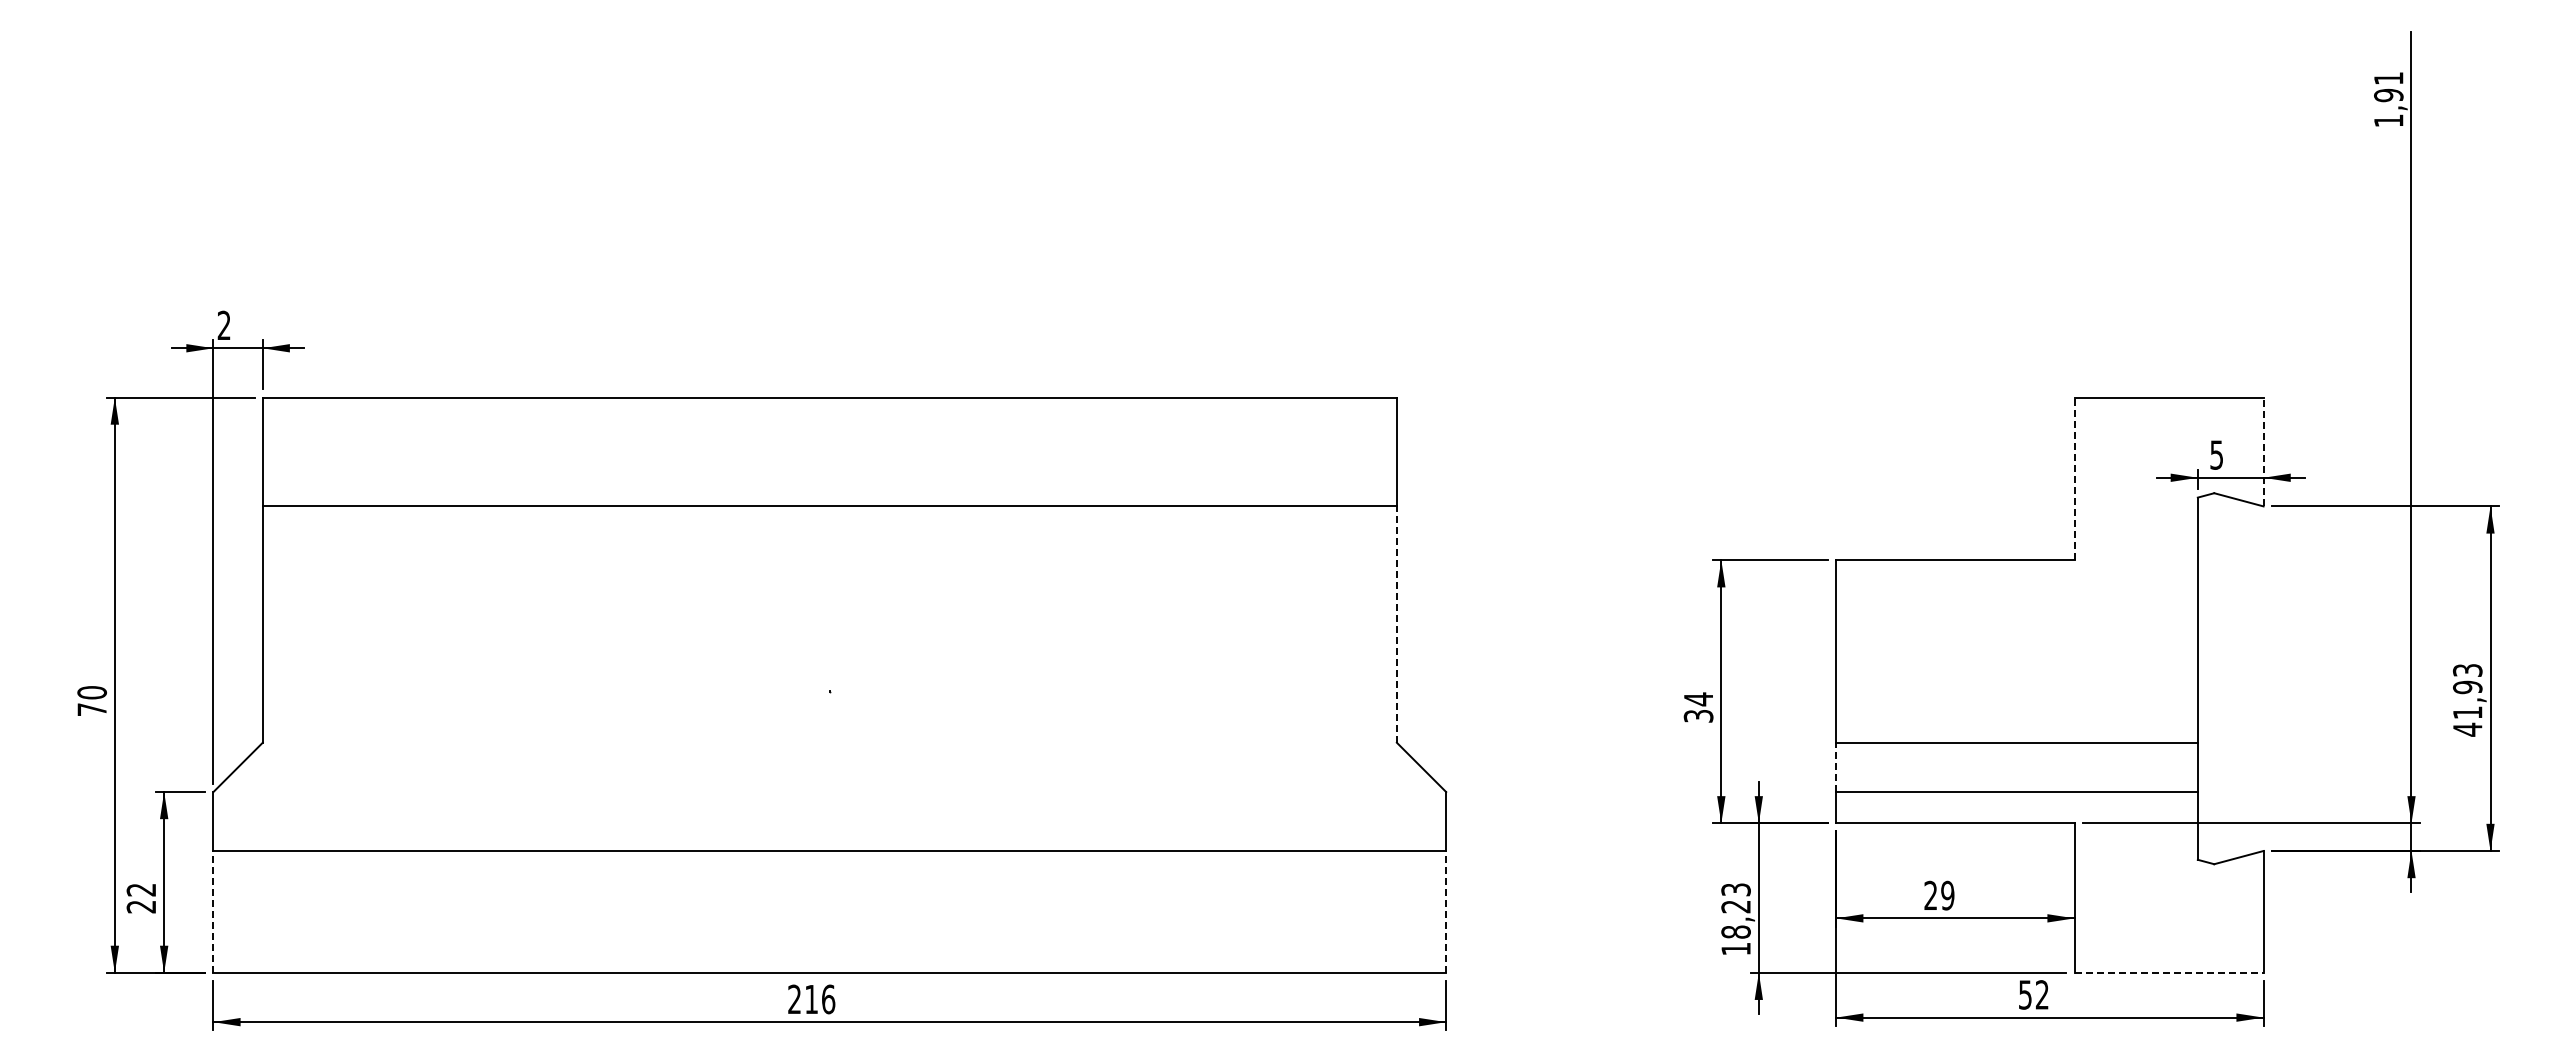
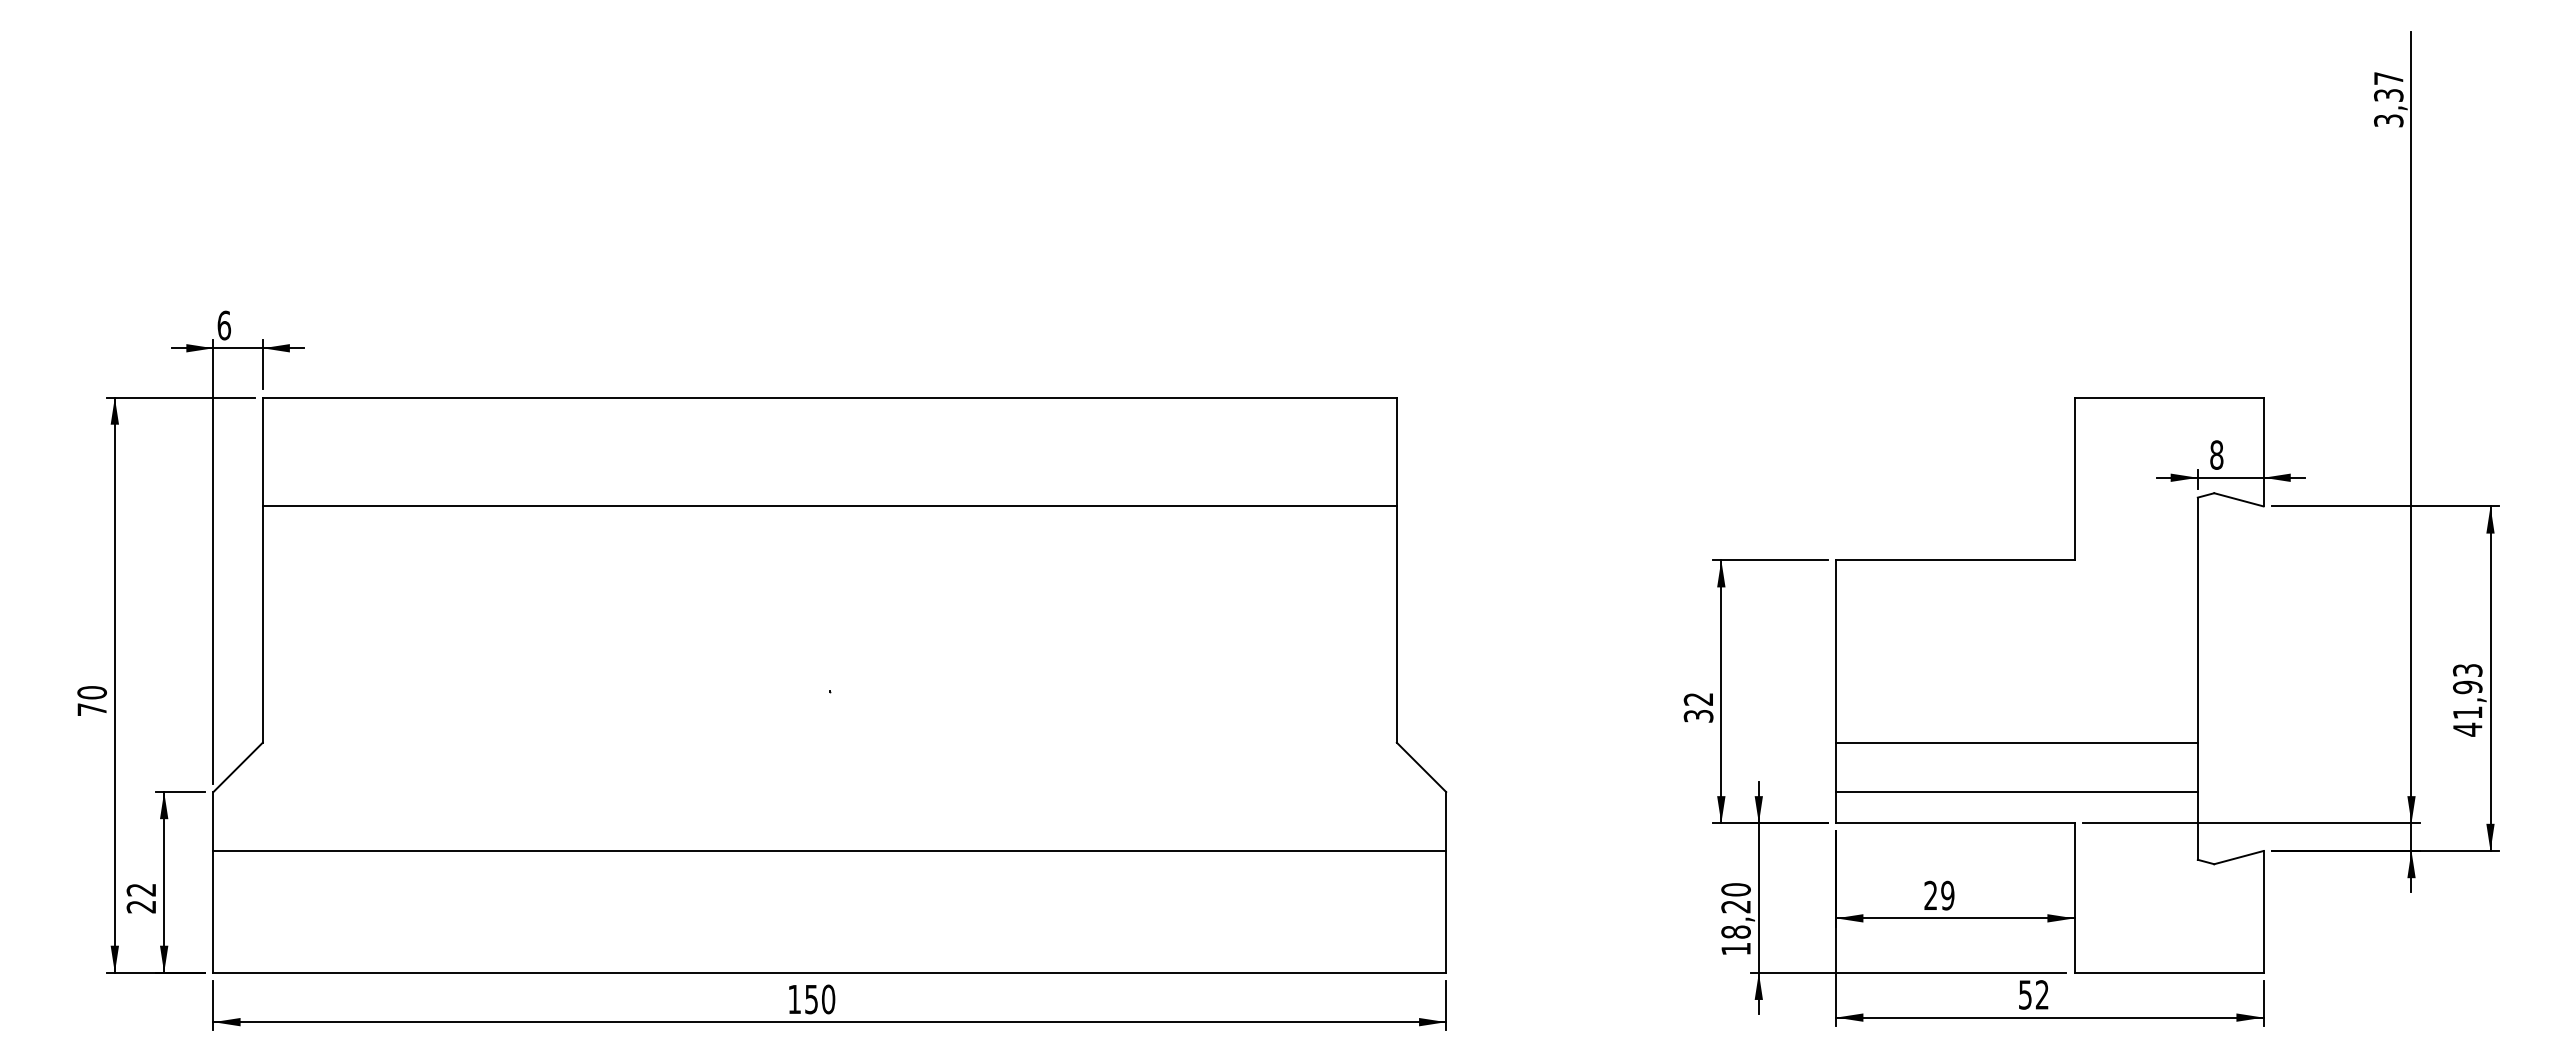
text at (2388, 99): 1,91 -> 3,37
text at (224, 325): 2 -> 6
line at (2263, 451): dashed -> solid
text at (2216, 454): 5 -> 8
line at (2074, 478): dashed -> solid
line at (1396, 624): dashed -> solid
text at (1697, 699): 34 -> 32
line at (1836, 767): dashed -> solid
text at (1735, 889): 18,23 -> 18,20
line at (213, 911): dashed -> solid
line at (1446, 911): dashed -> solid
line at (2169, 972): dashed -> solid
text at (811, 999): 216 -> 150
